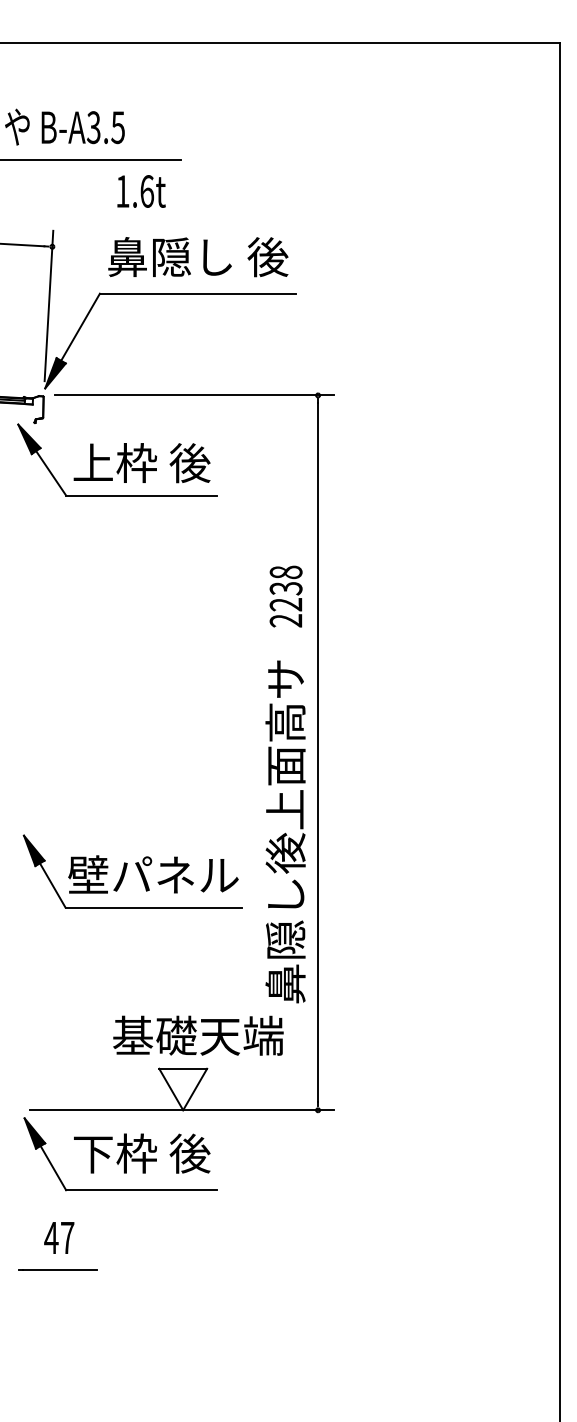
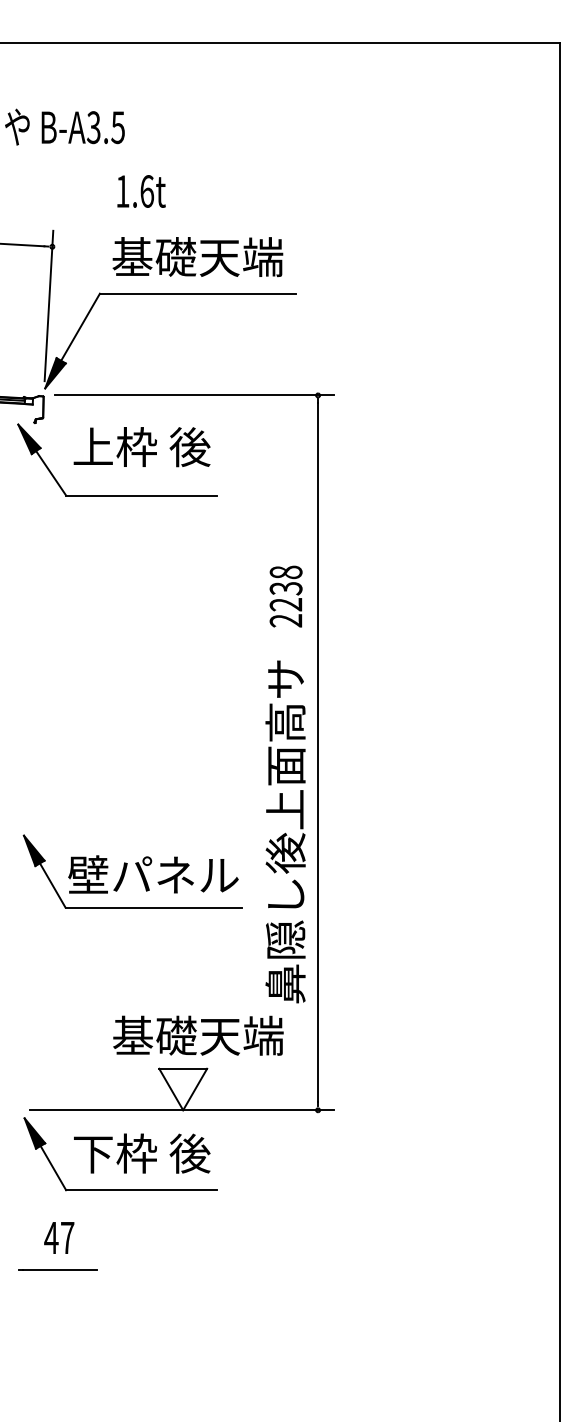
line at (91, 159): present -> none
text at (198, 257): 鼻隠し 後 -> 基礎天端
text at (141, 463) position: (141, 463) -> (141, 447)
